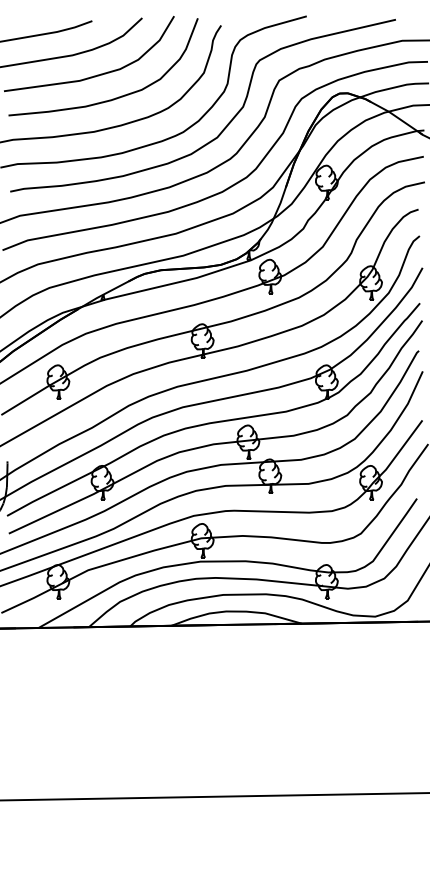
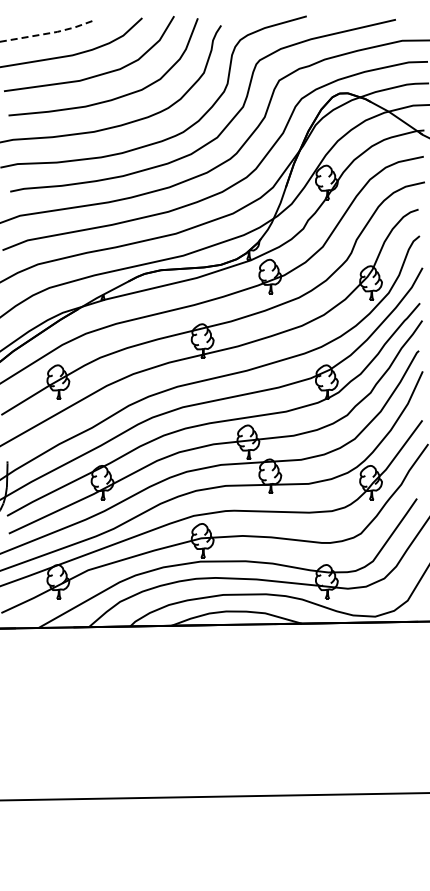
line at (48, 33): solid -> dashed
